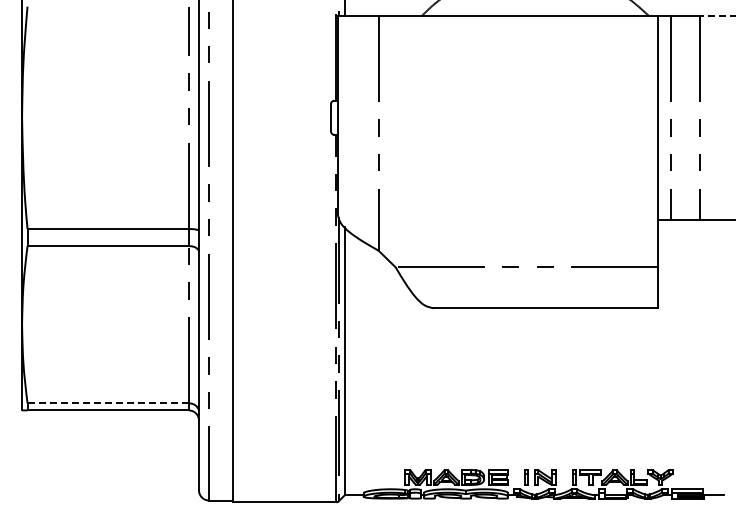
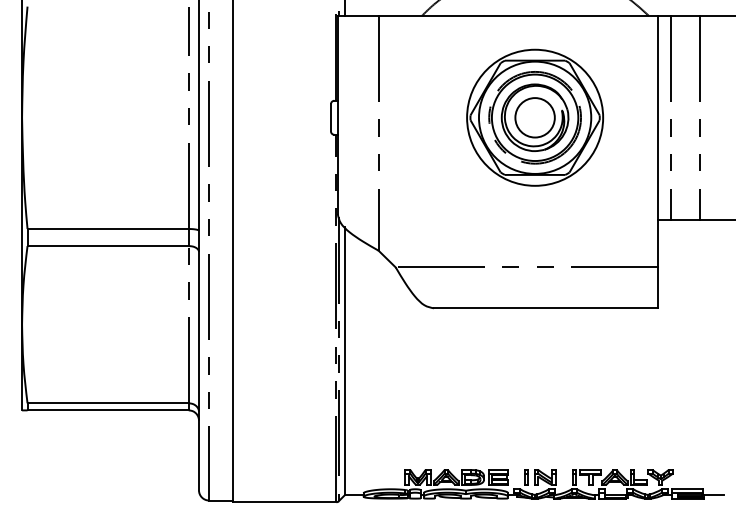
line at (717, 15): dashed -> solid
part at (535, 117): none -> present
line at (108, 403): dashed -> solid
